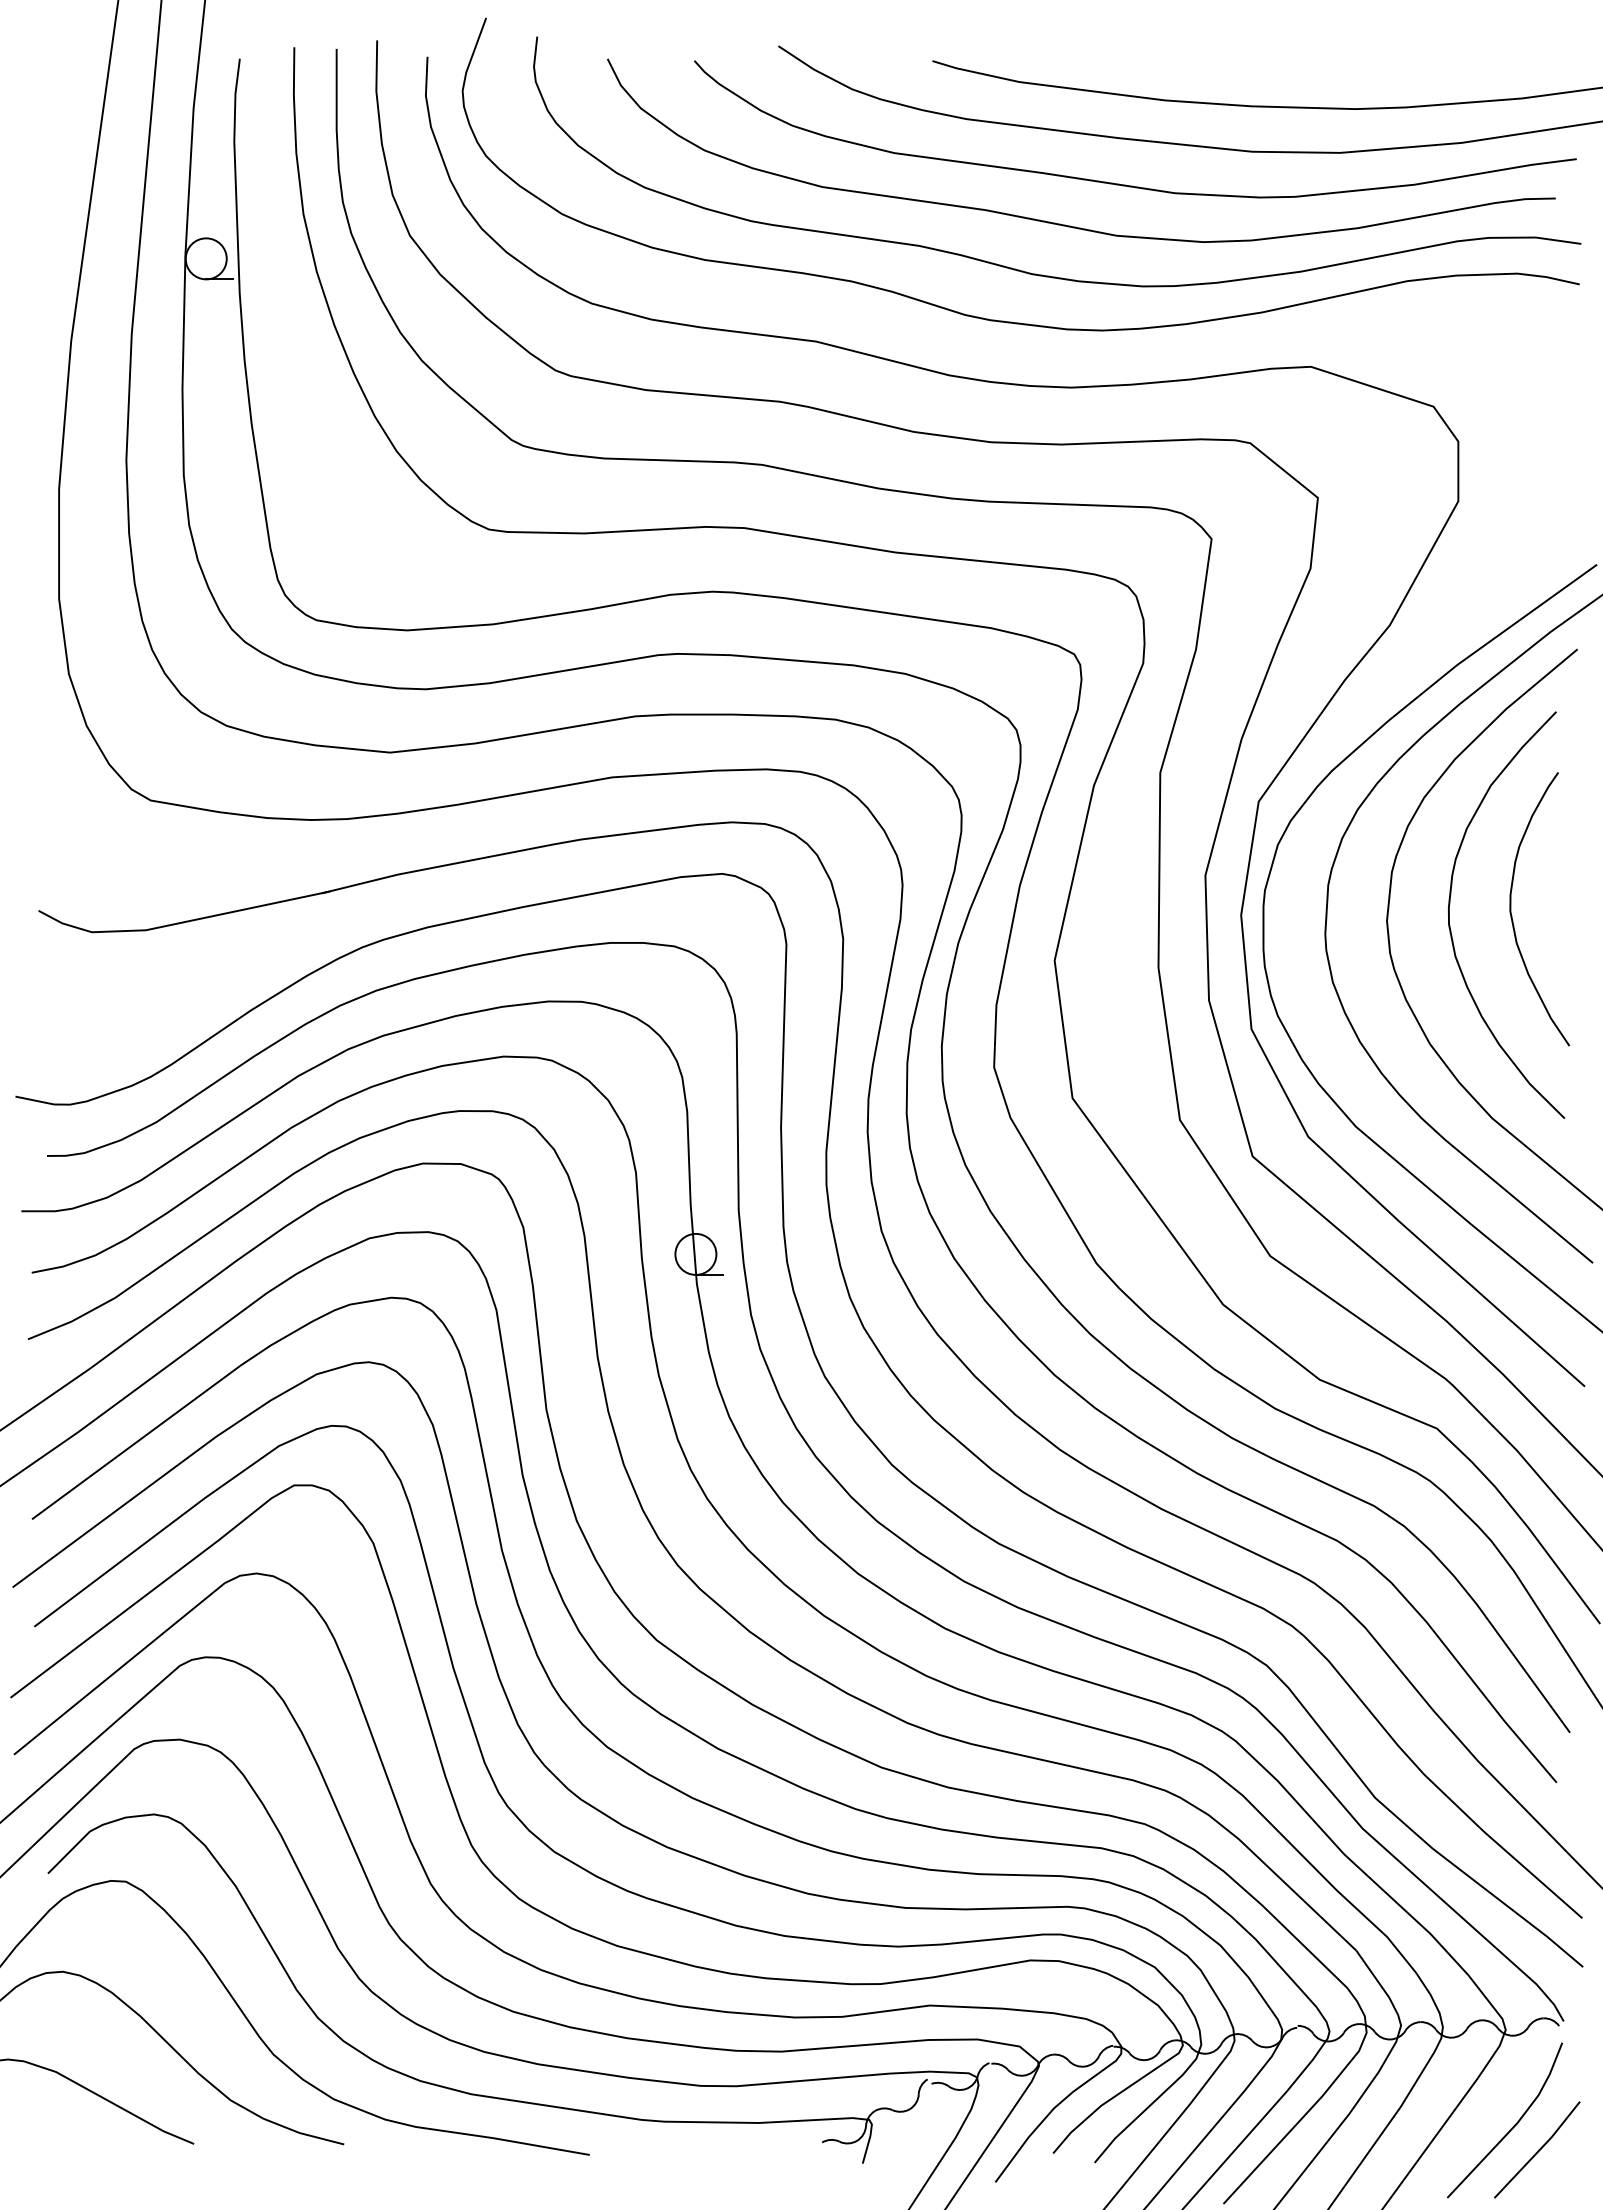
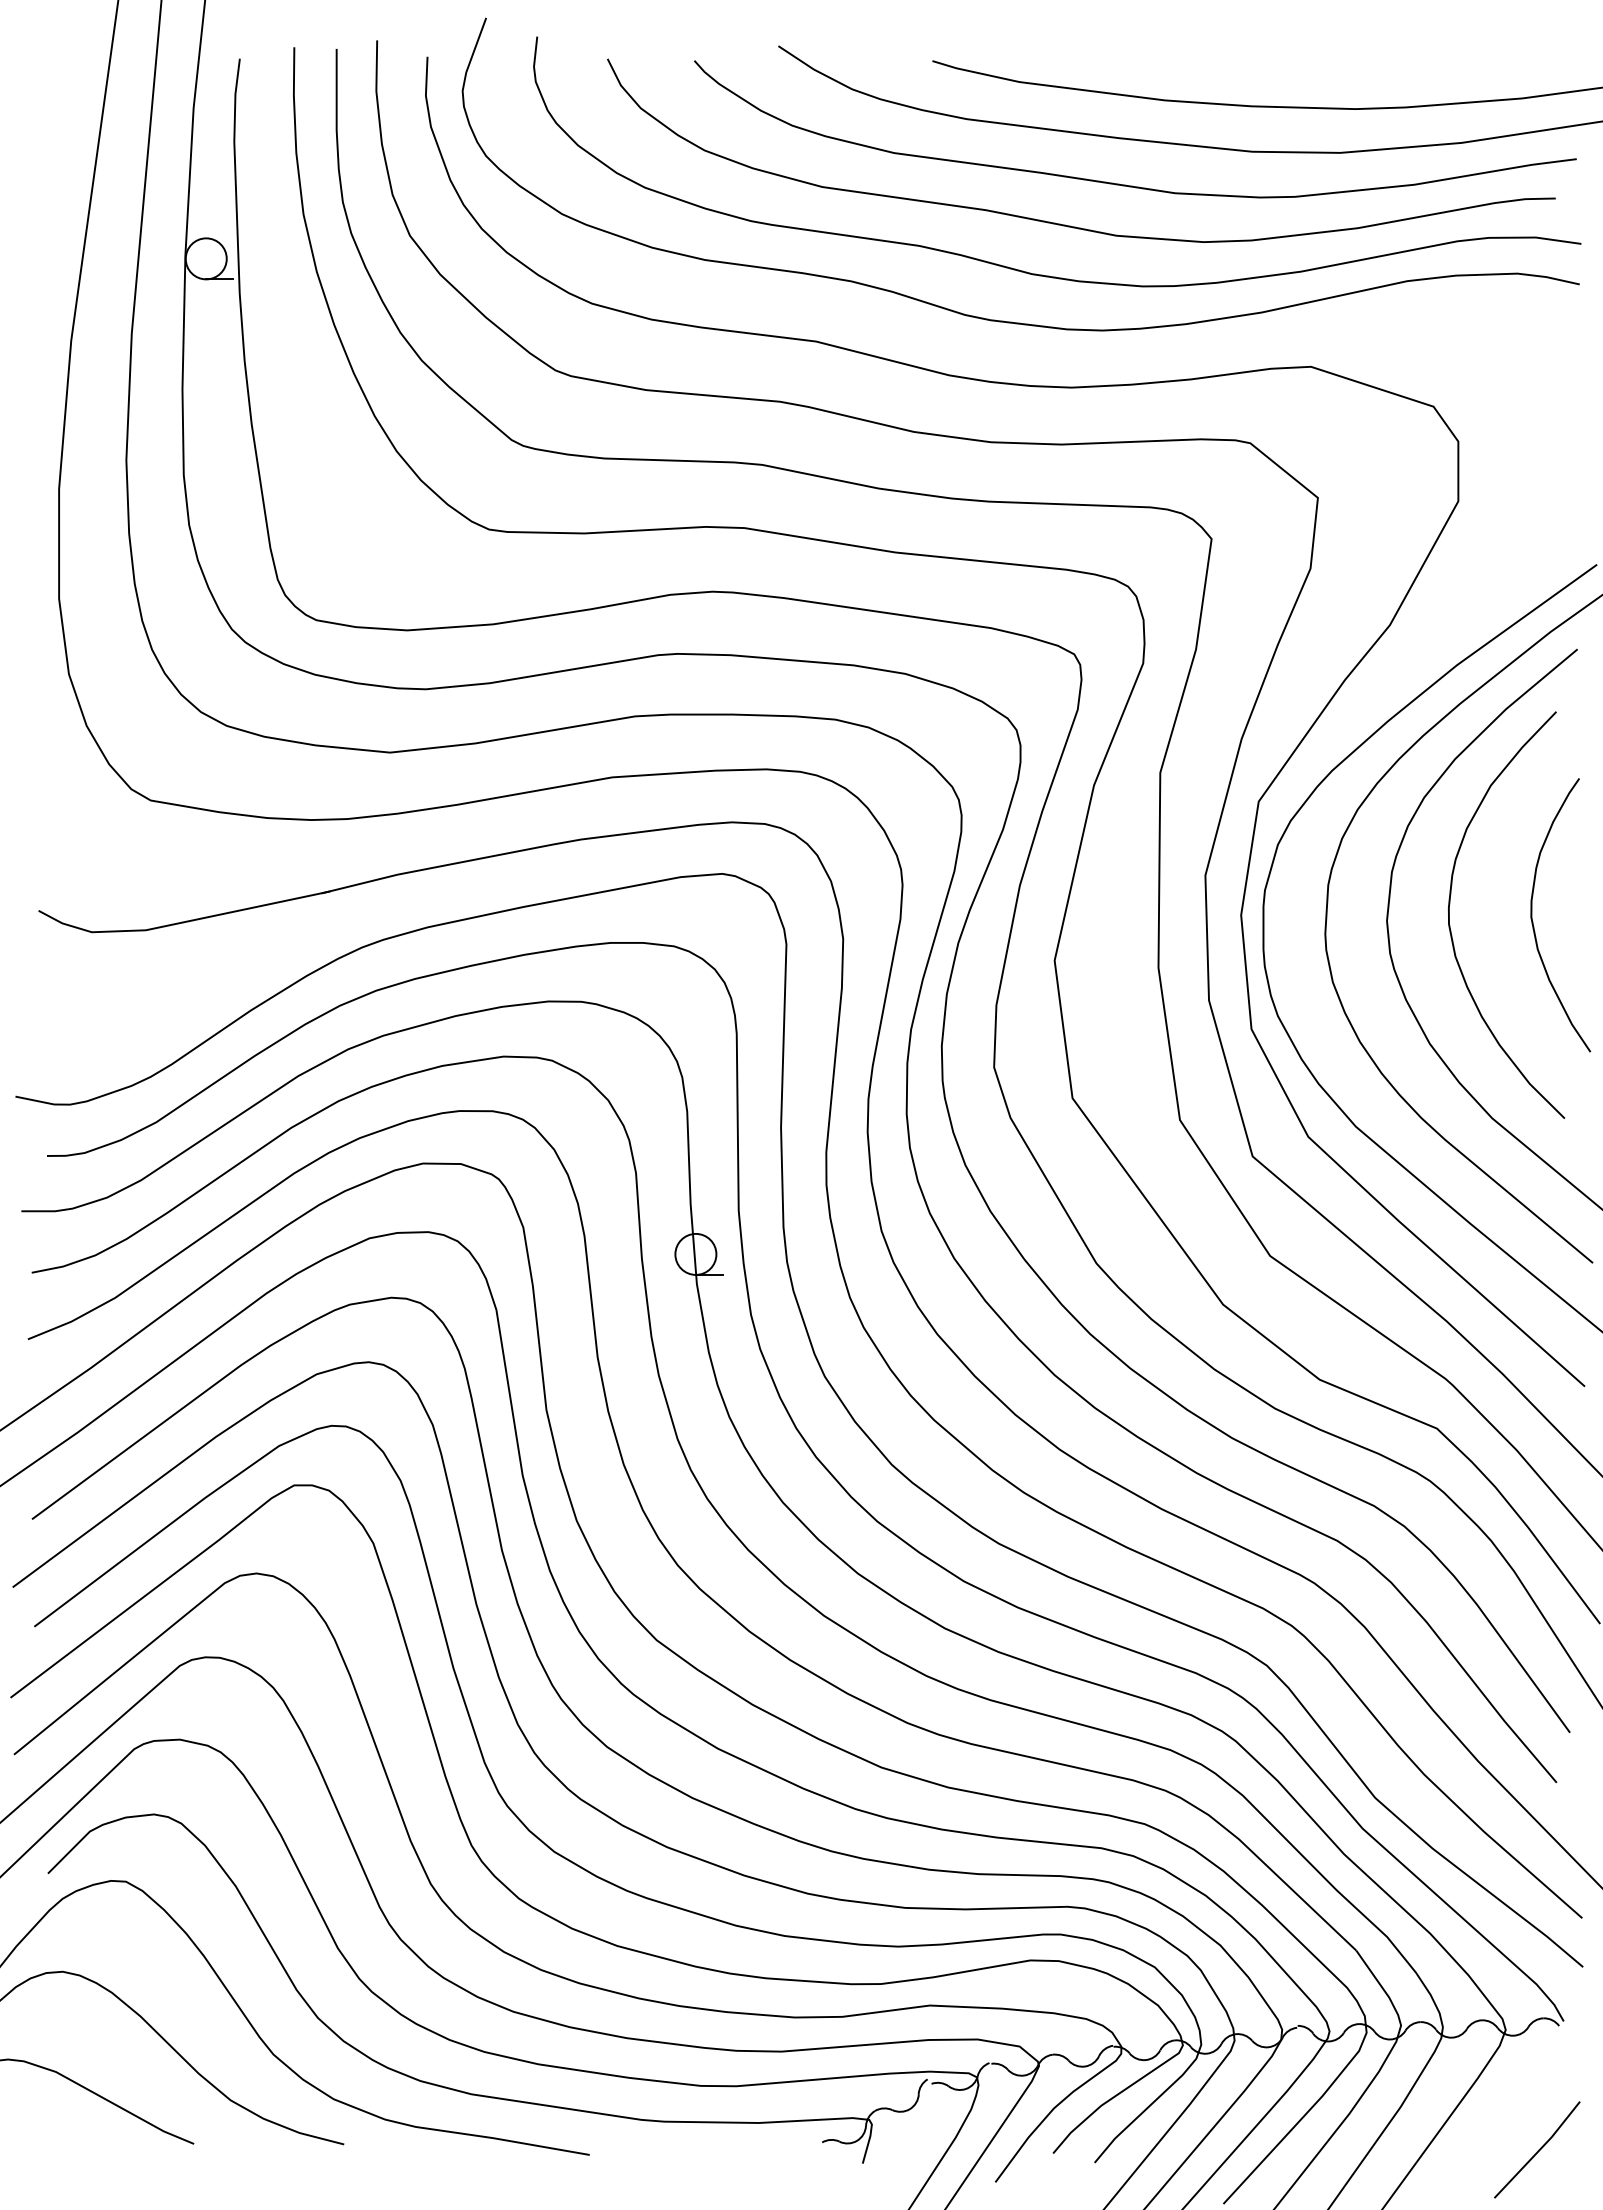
curve at (1512, 915) position: (1512, 915) -> (1533, 921)
line at (1512, 2126): present -> none
